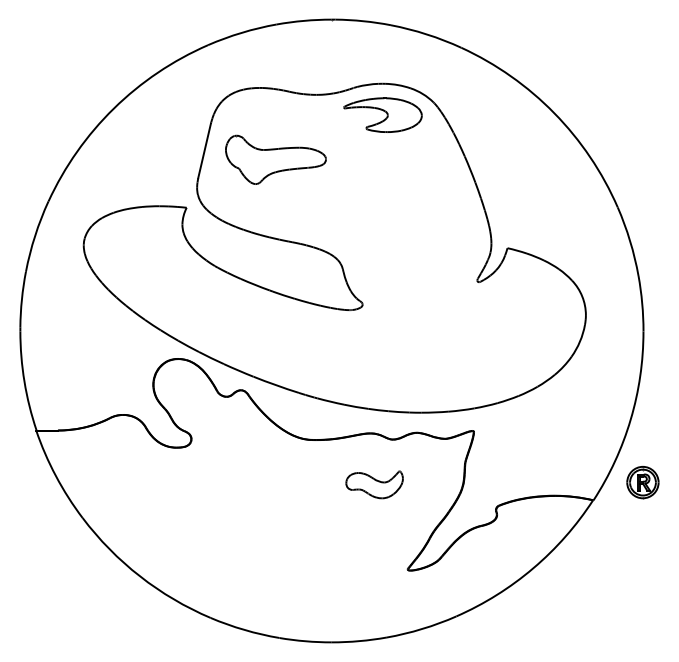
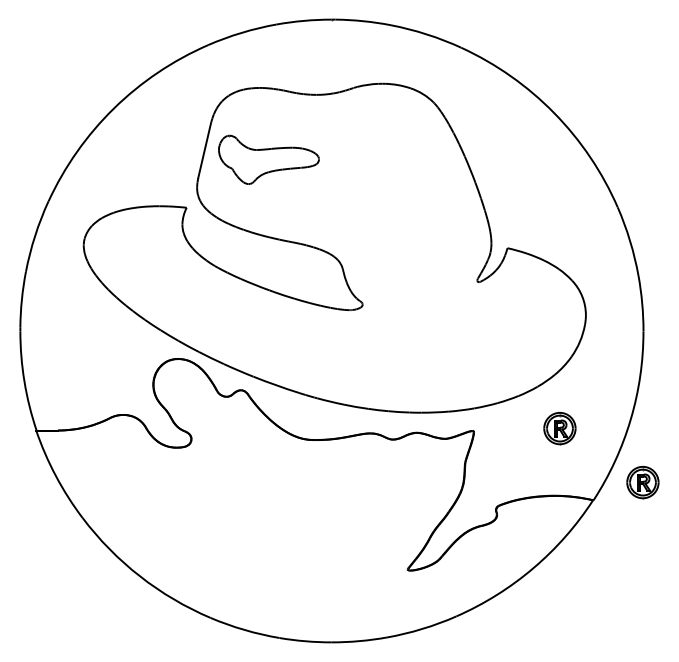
part at (382, 114): present -> none
part at (275, 159) position: (275, 159) -> (268, 159)
part at (559, 428): none -> present
part at (374, 484): present -> none
